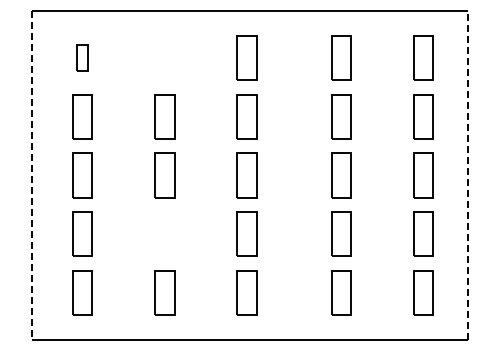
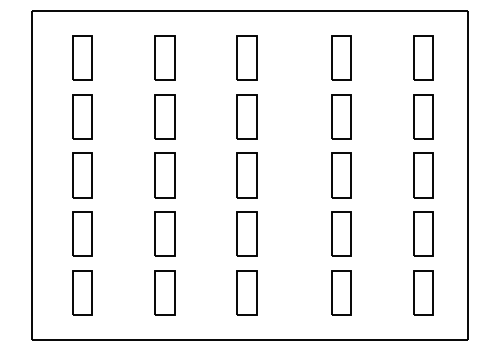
part at (82, 57) size: 13x28 px -> 21x46 px
part at (164, 57): none -> present
line at (32, 175): dashed -> solid
line at (467, 175): dashed -> solid
part at (164, 233): none -> present
